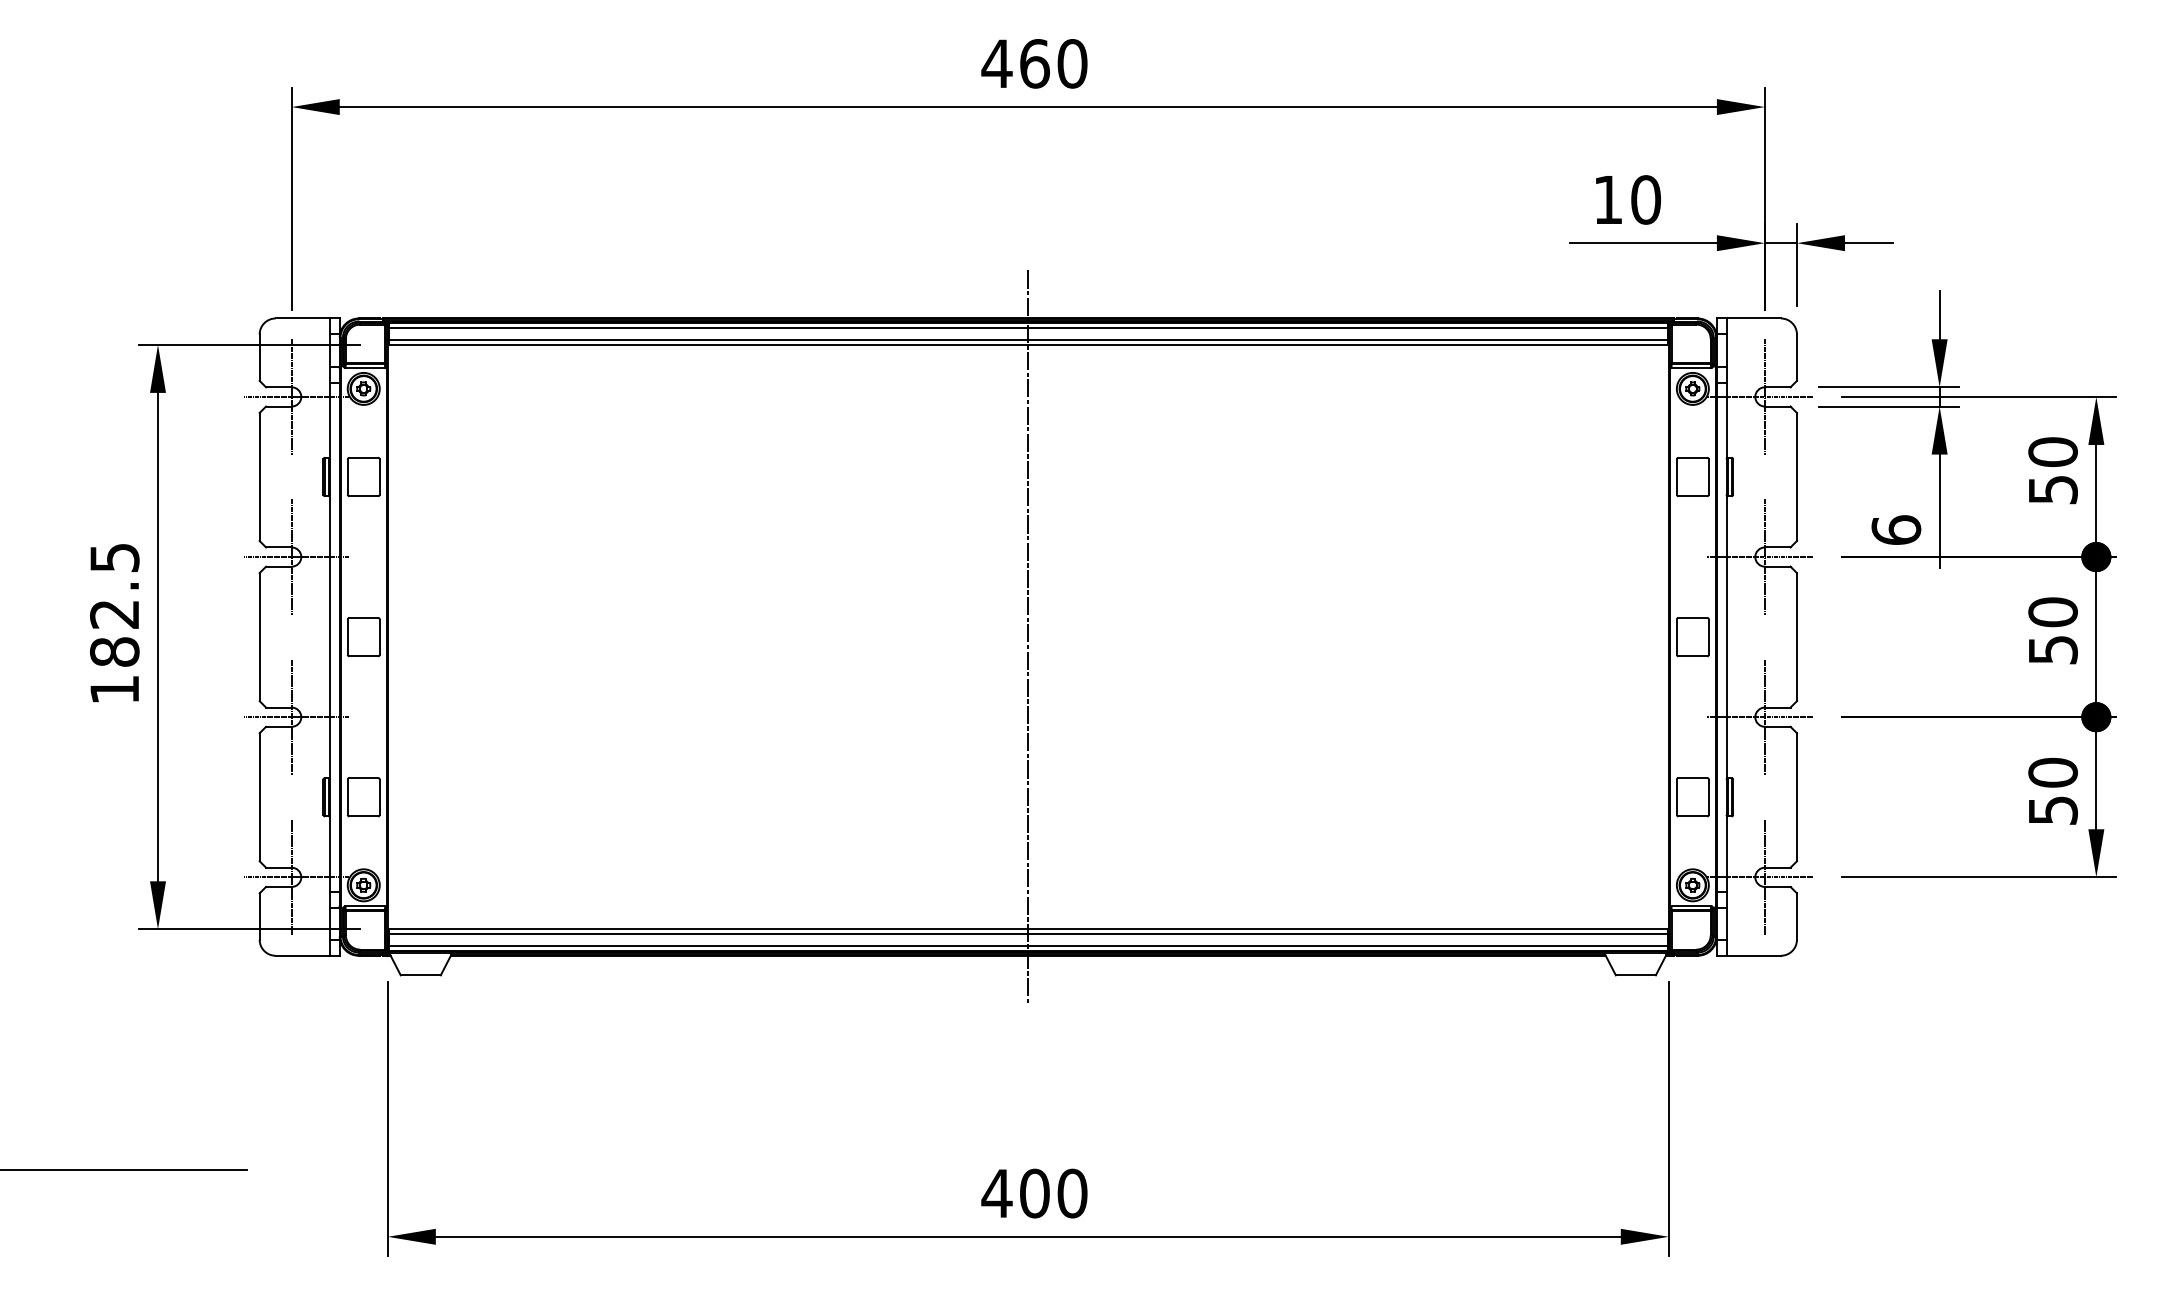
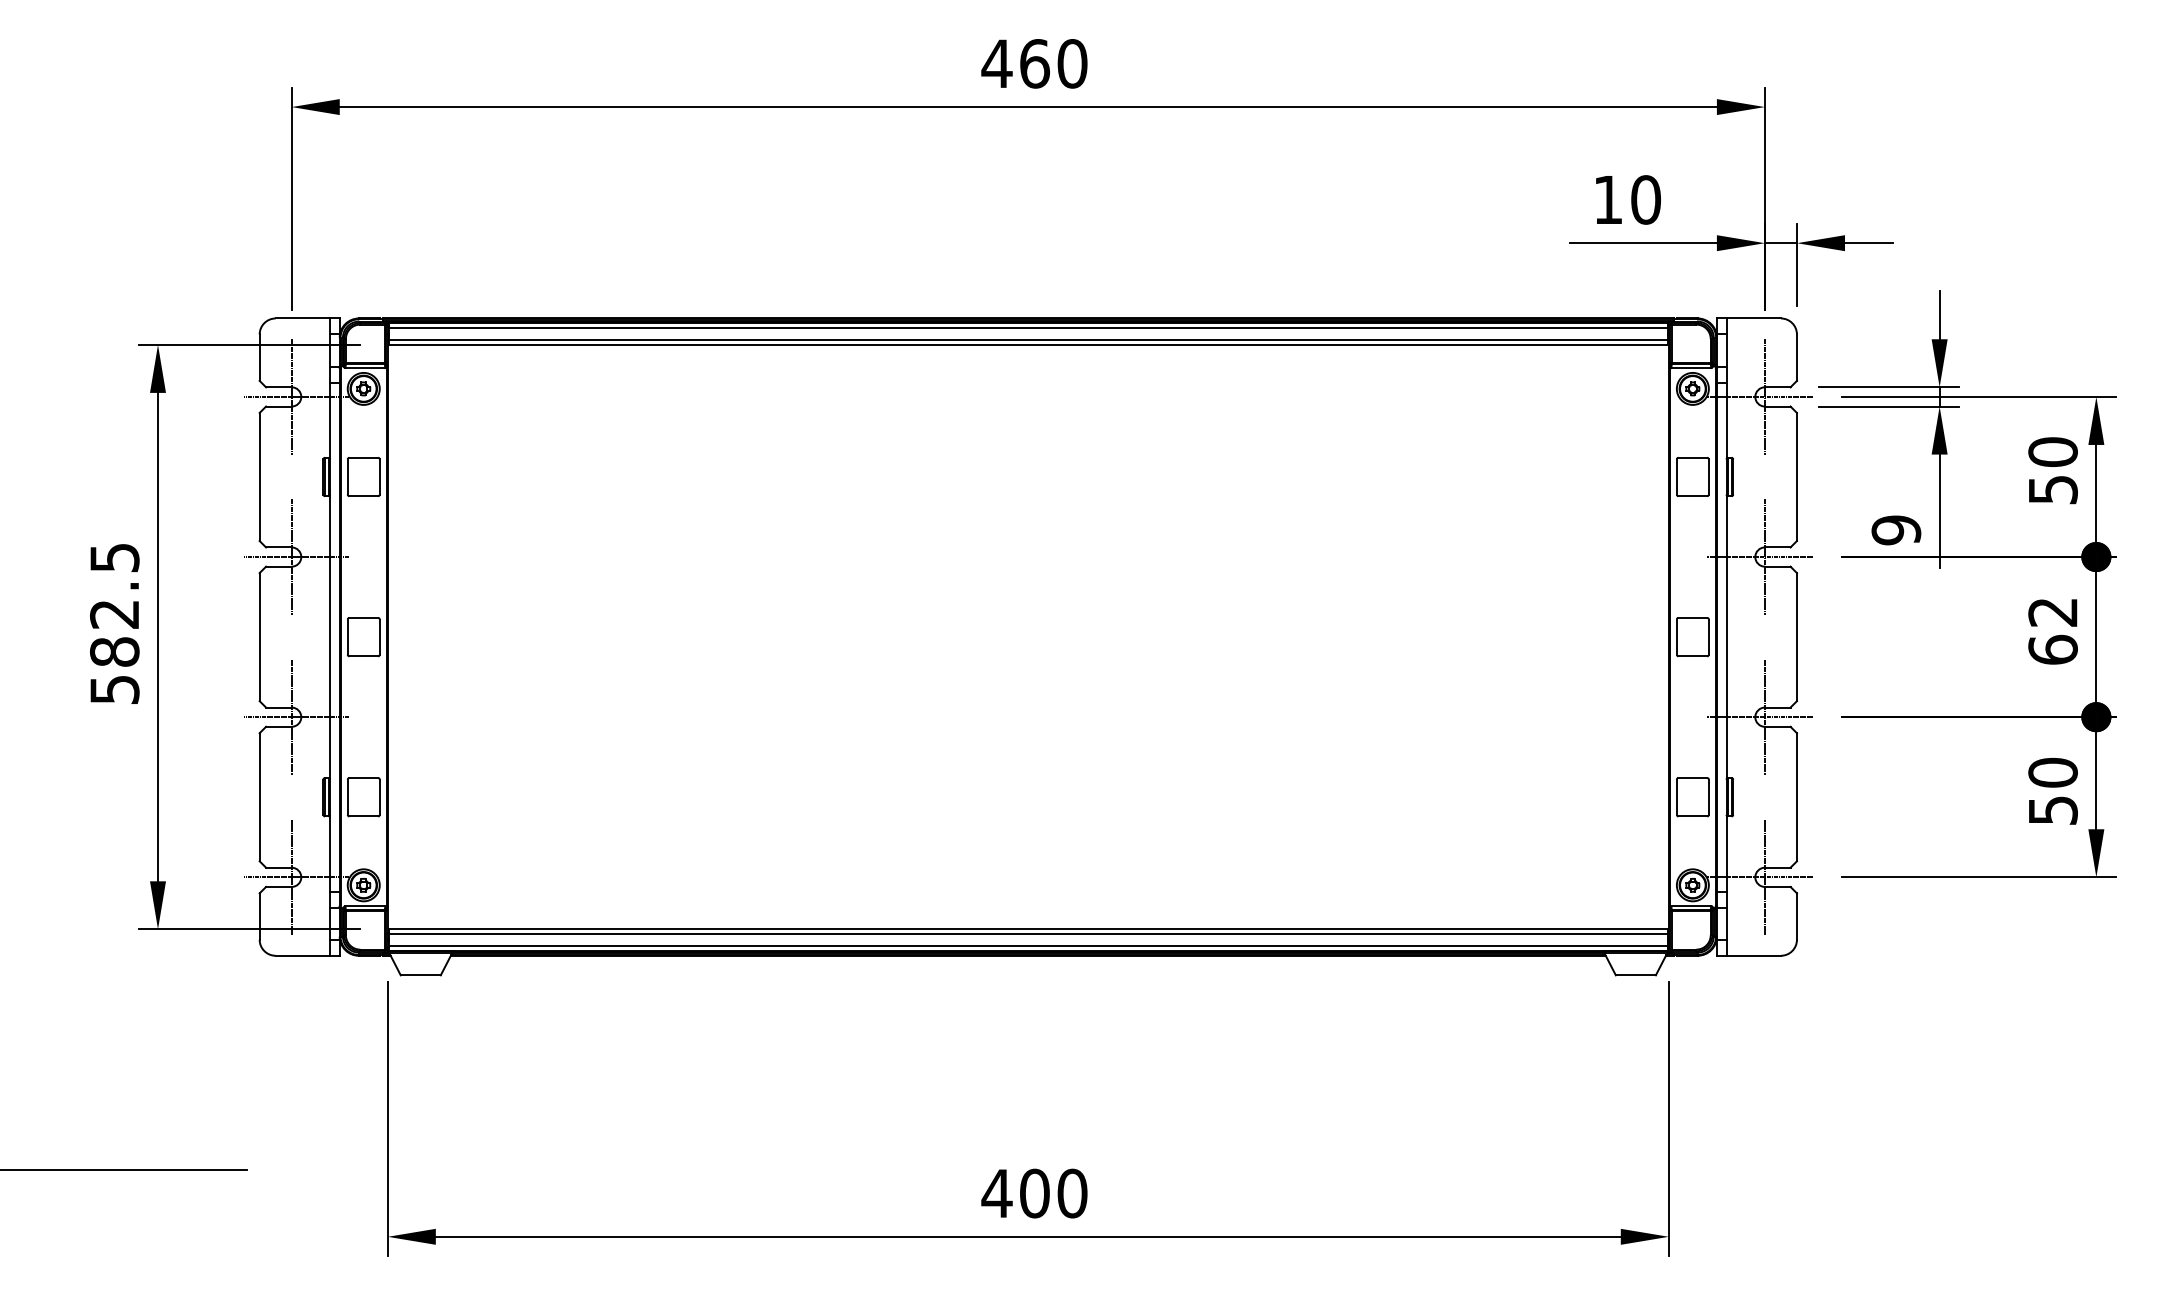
text at (1896, 530): 6 -> 9
text at (2052, 630): 50 -> 62
line at (1028, 636): present -> none
text at (114, 689): 182.5 -> 582.5
